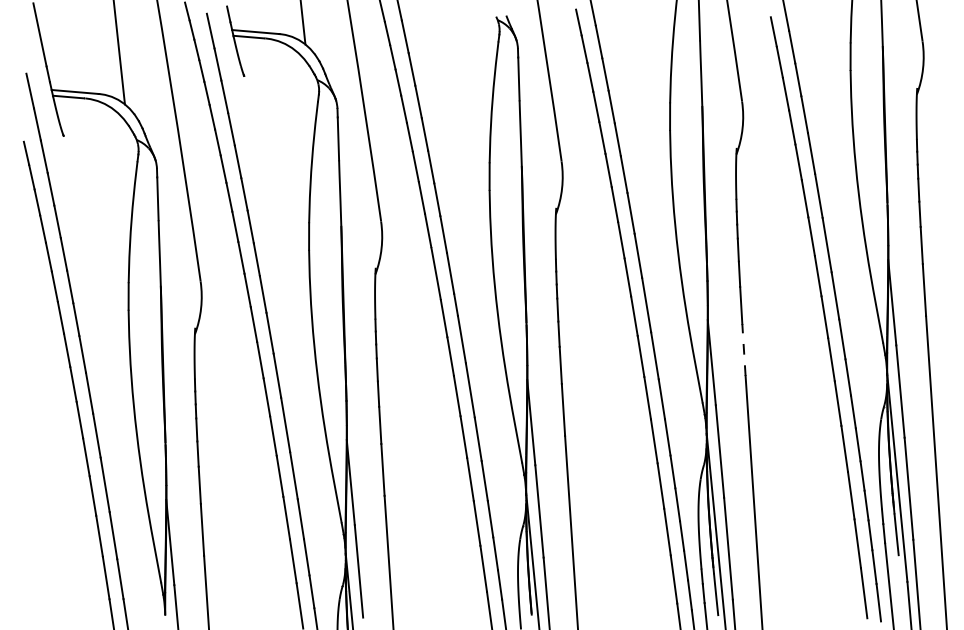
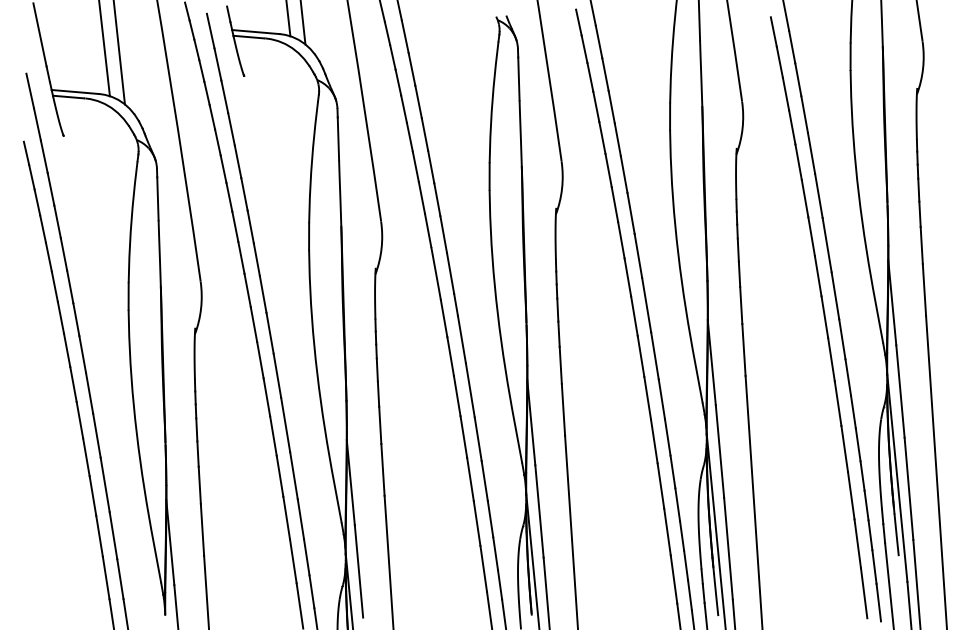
line at (288, 19): none -> present
line at (104, 49): none -> present
line at (743, 350): dashed -> solid
